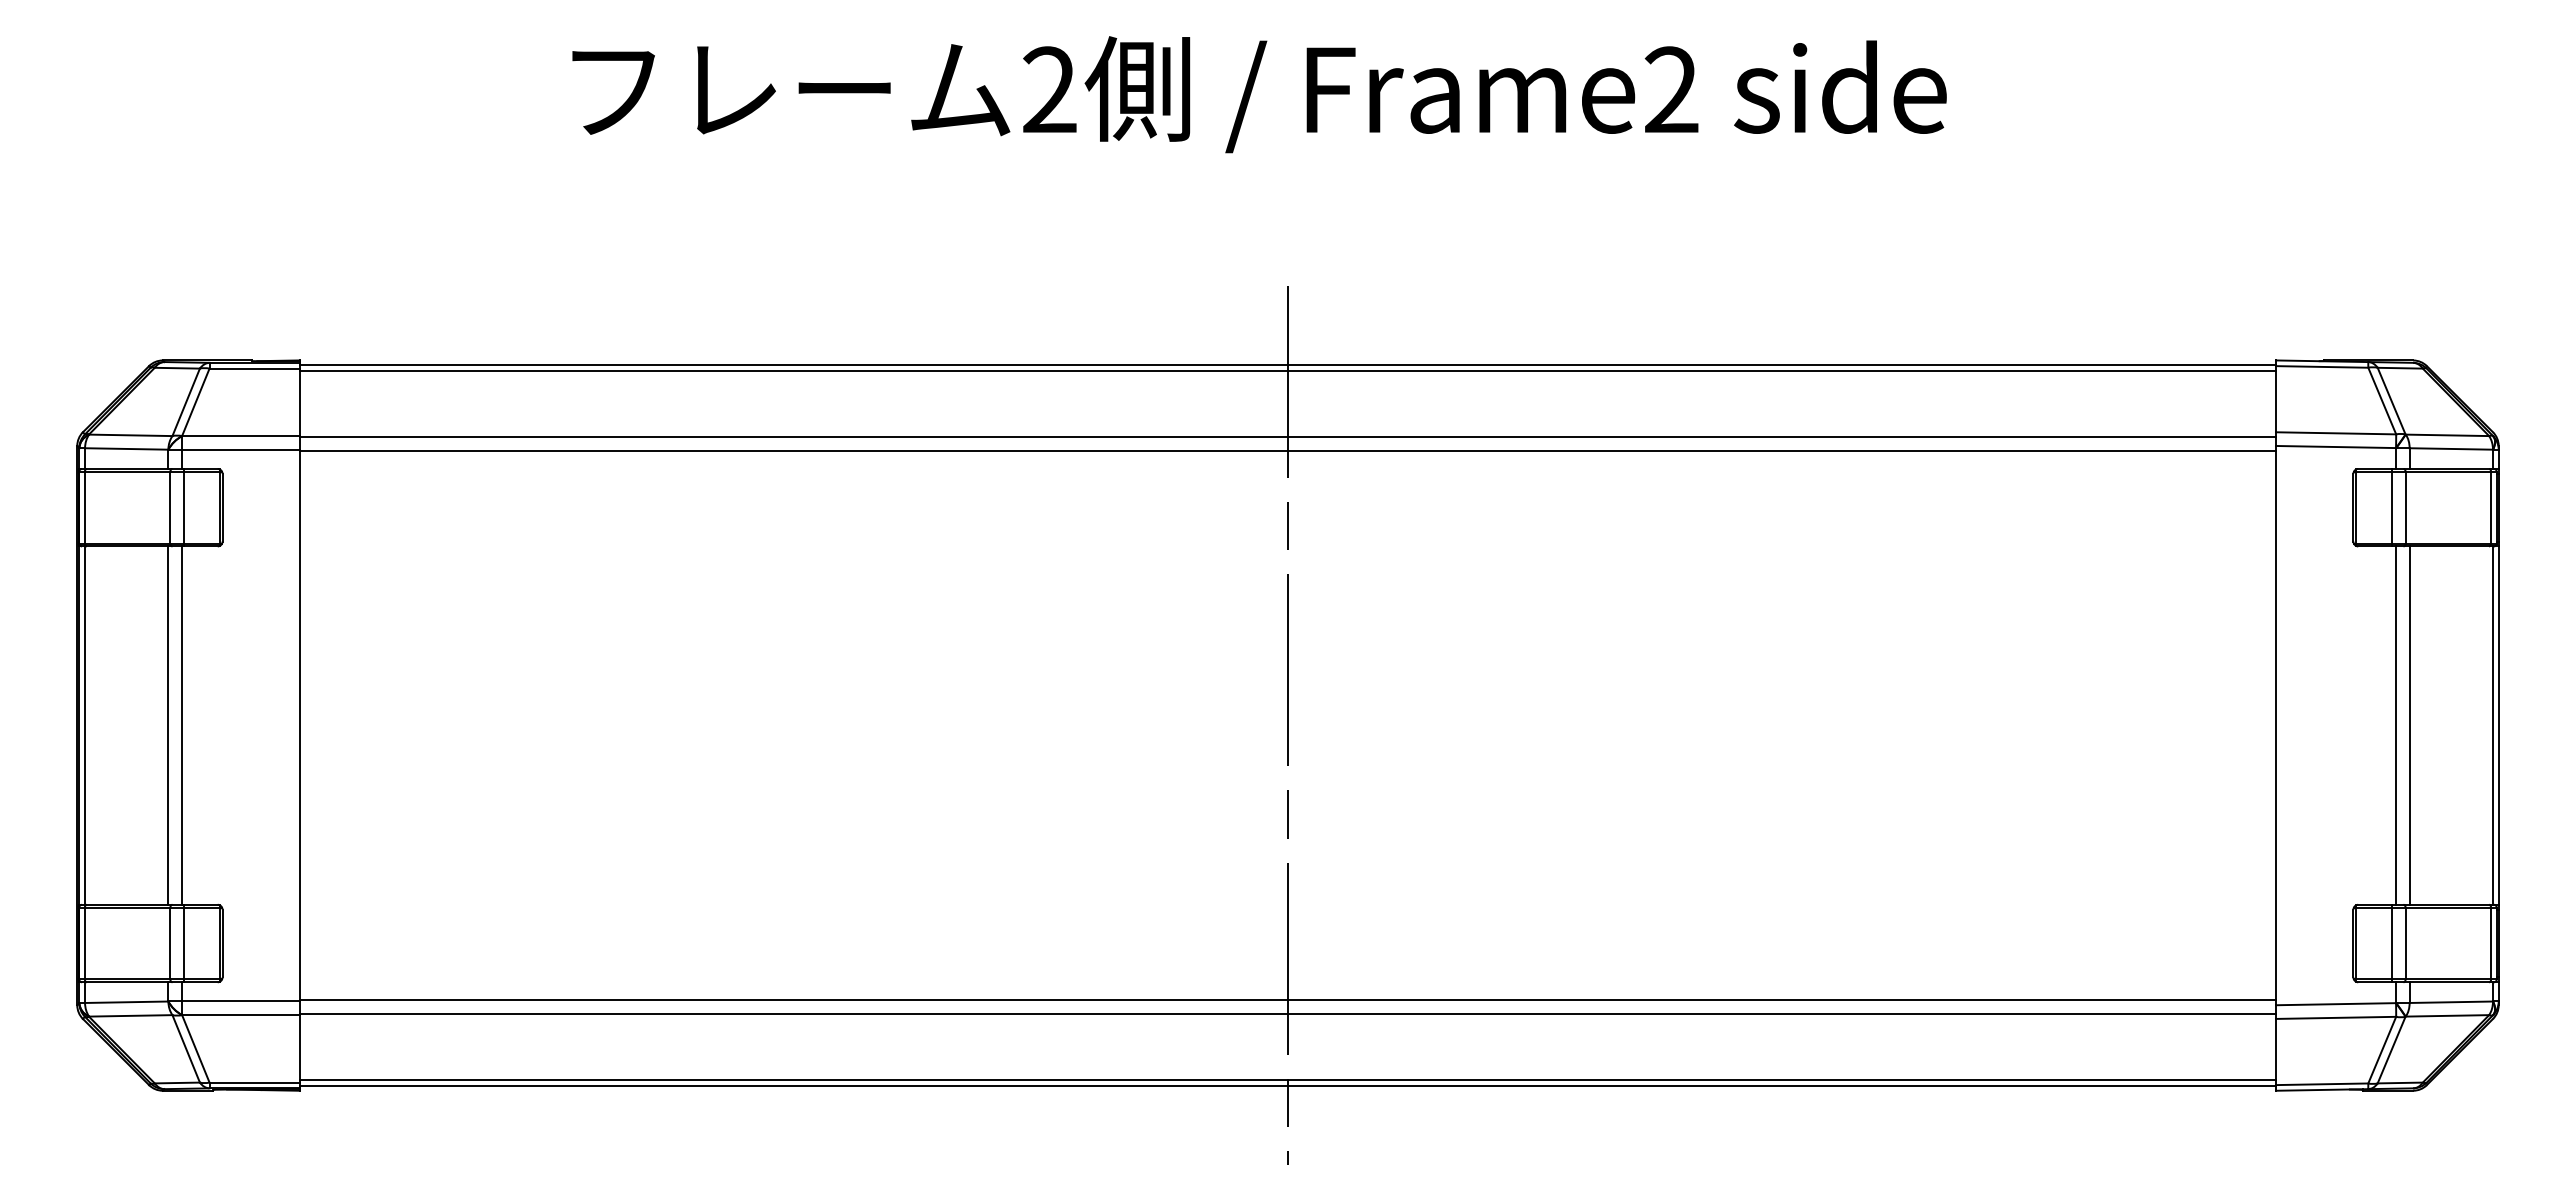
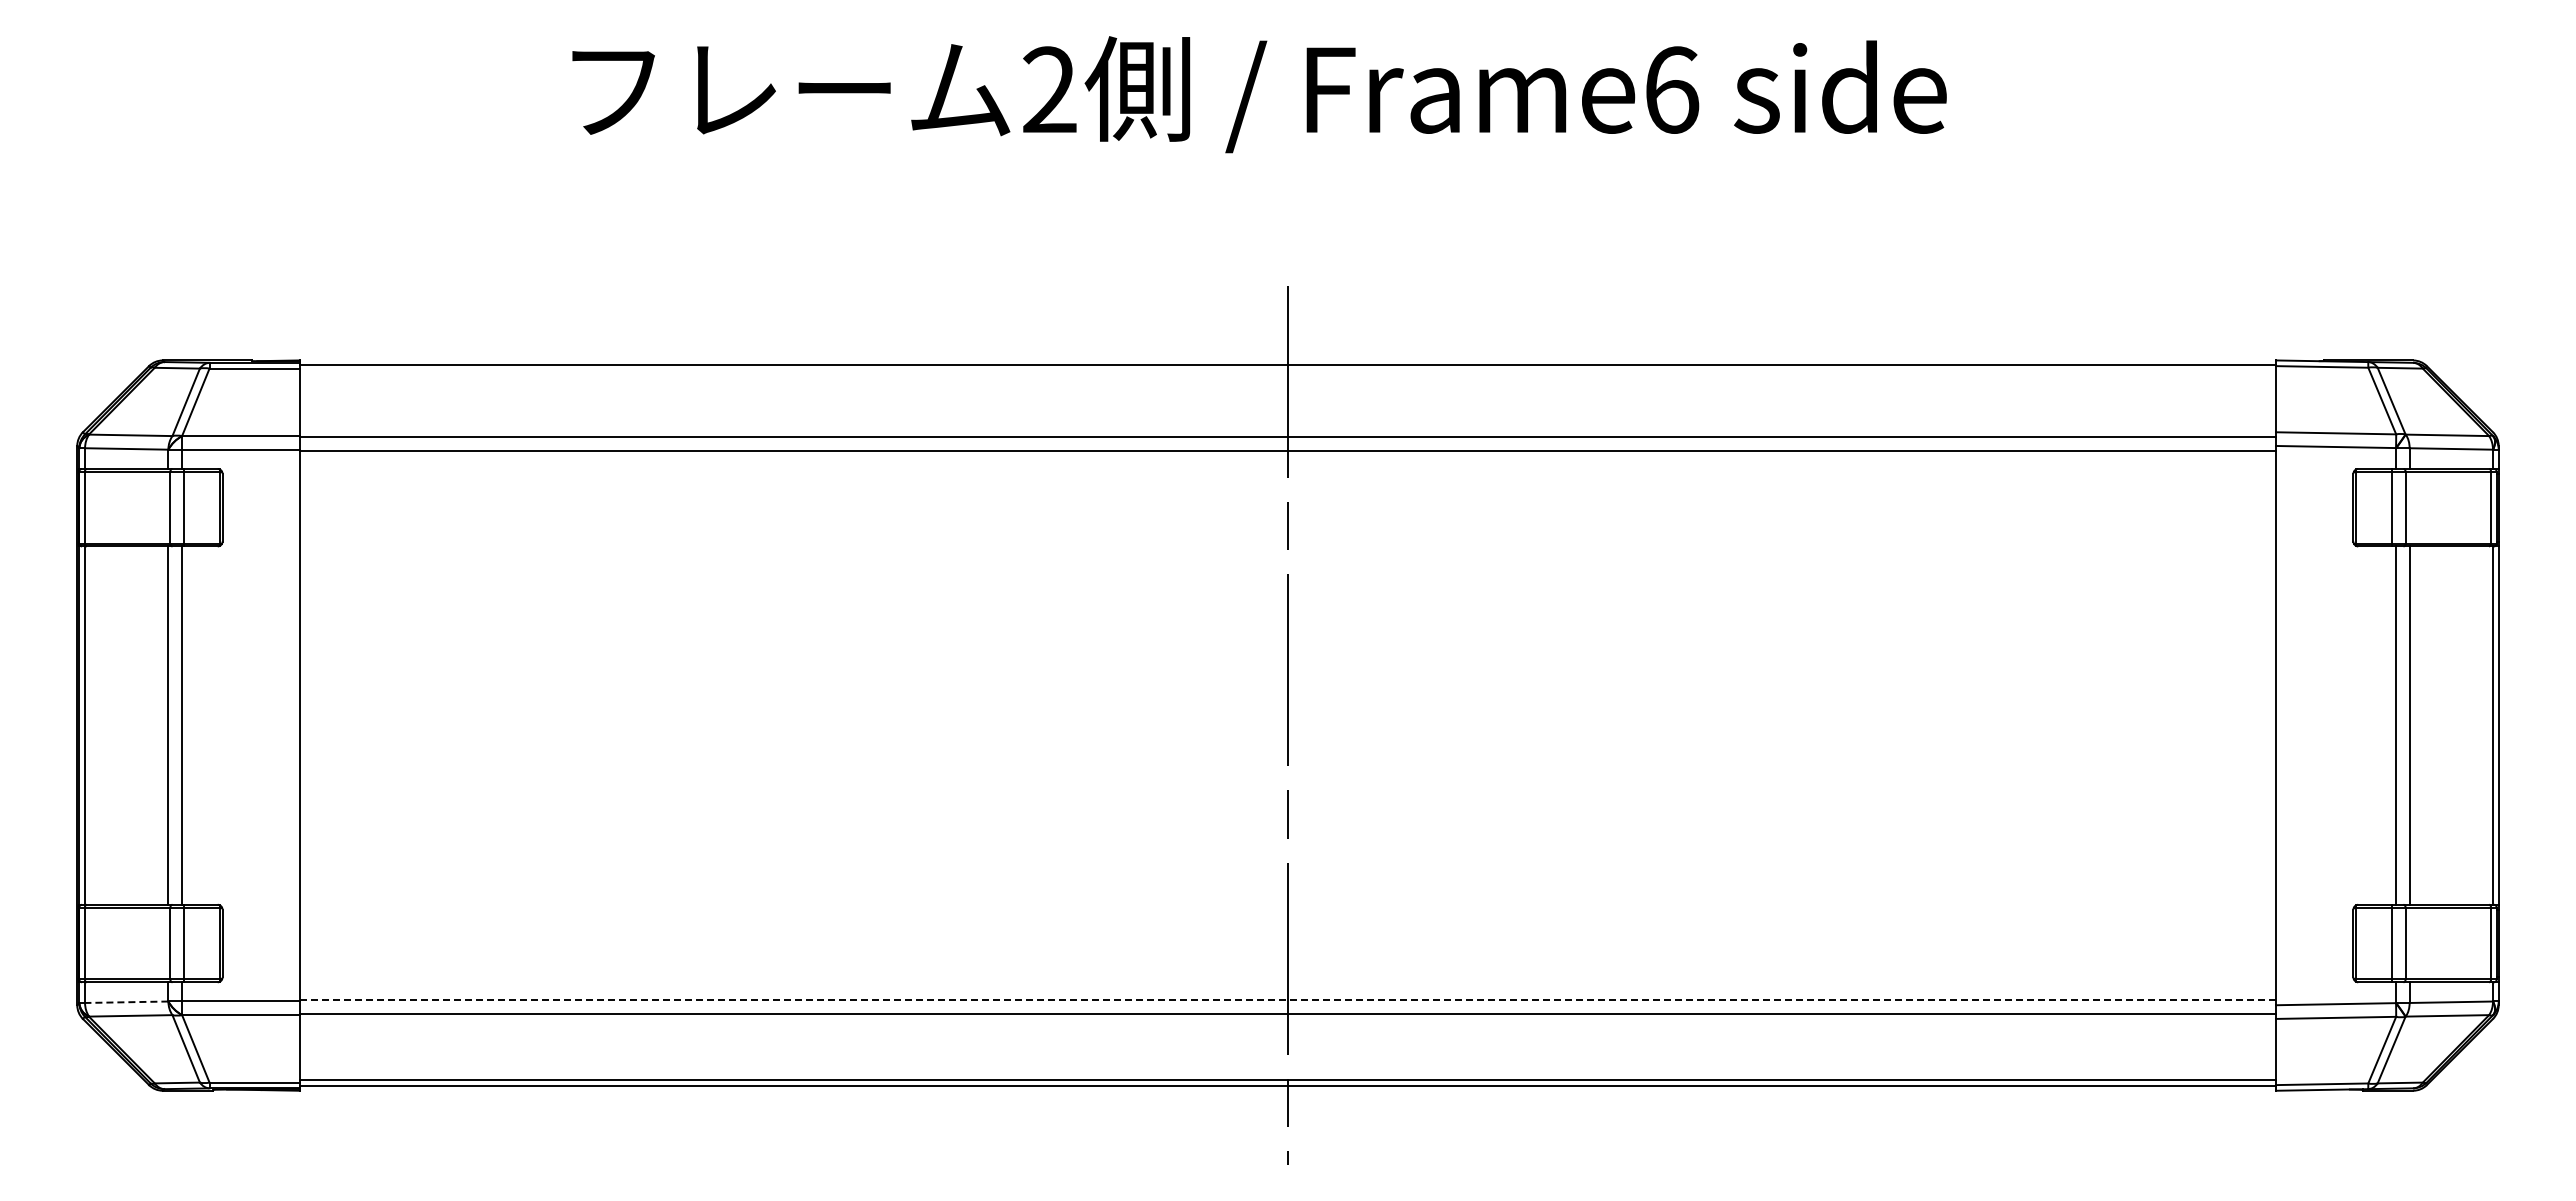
text at (1671, 89): Frame2 -> Frame6
line at (1287, 370): present -> none
line at (1287, 1000): solid -> dashed
line at (126, 1002): solid -> dashed
